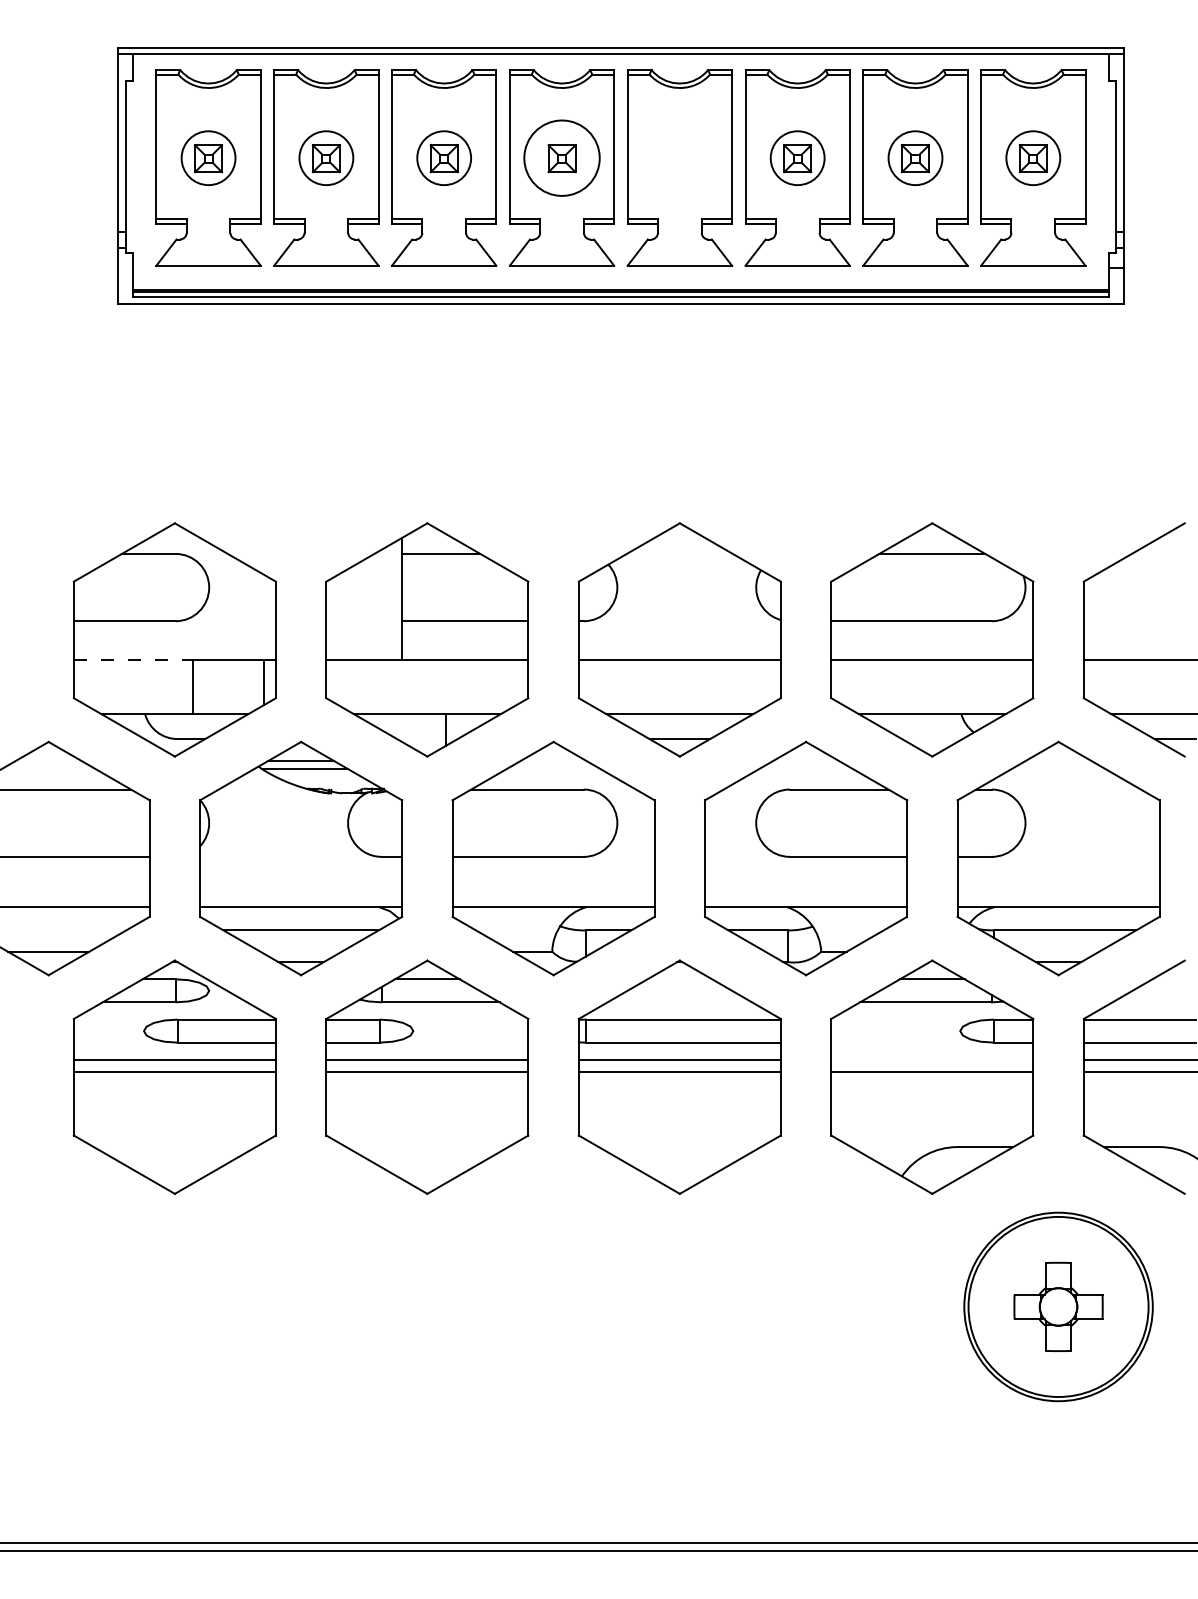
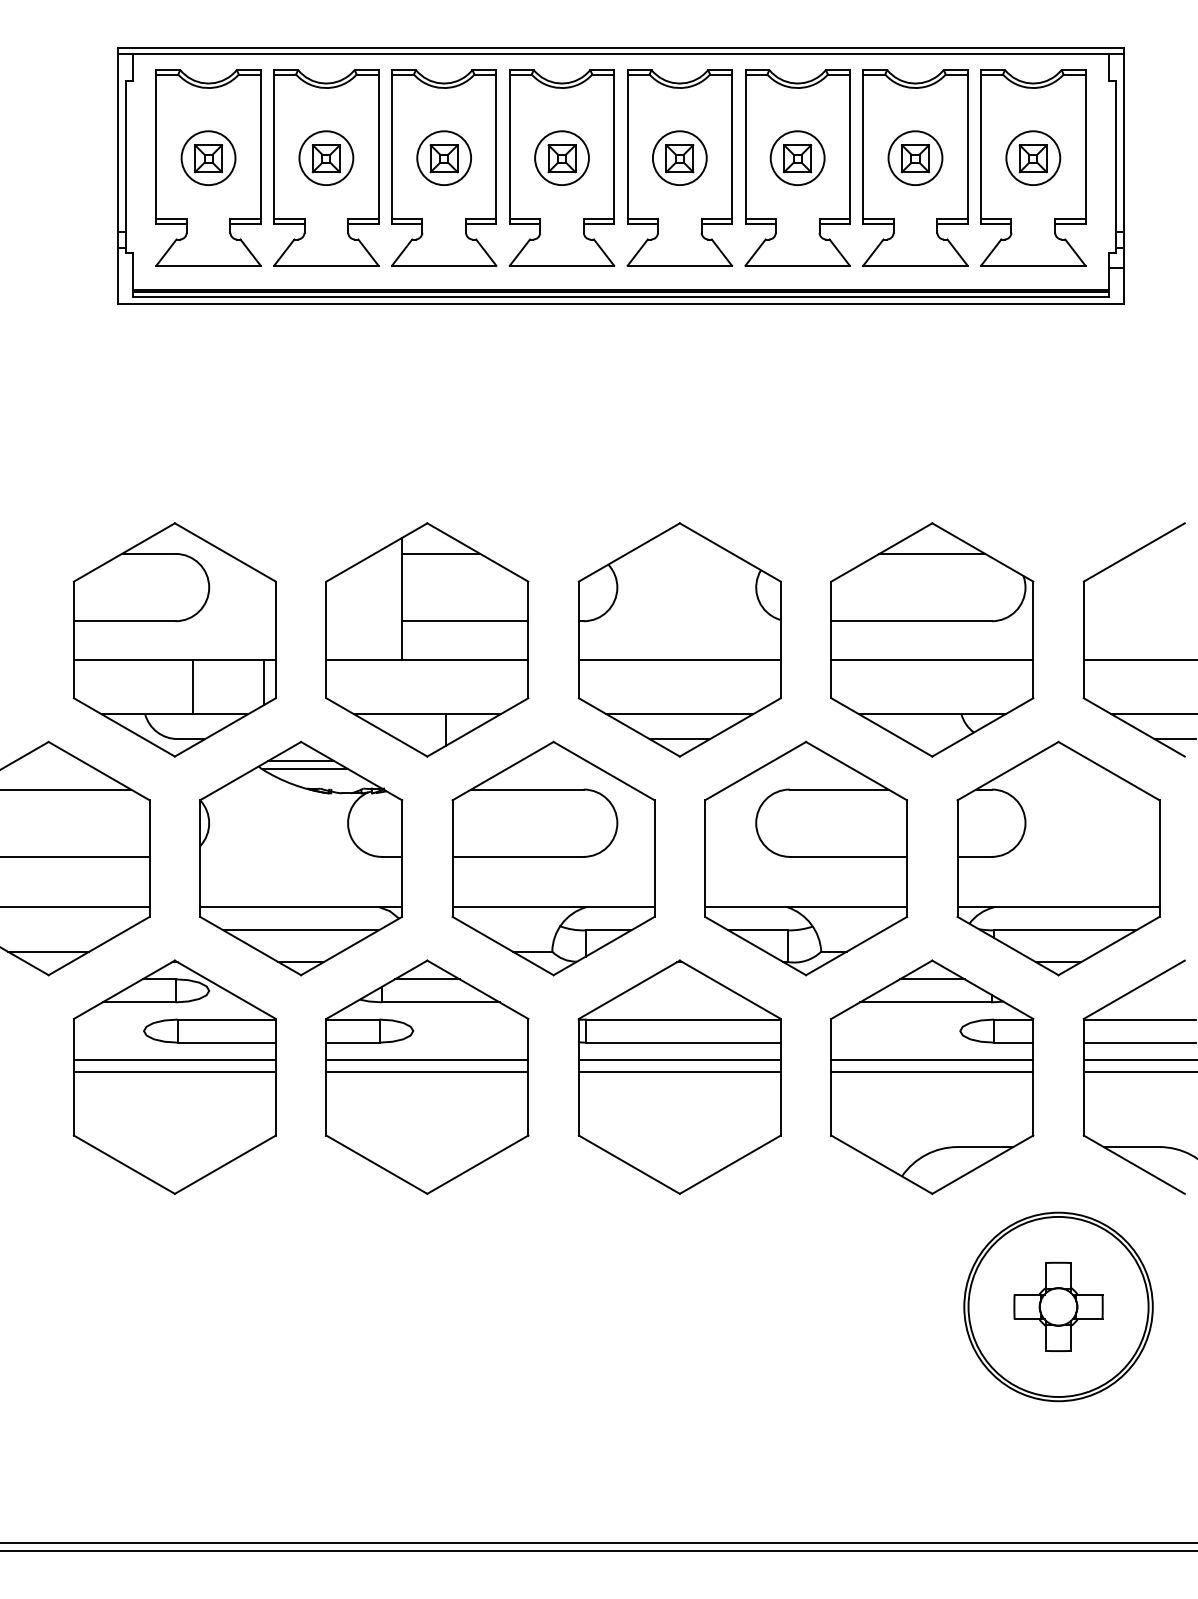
circle at (561, 157) diameter: 75 px -> 54 px
part at (679, 157): none -> present
line at (133, 660): dashed -> solid
line at (932, 1059): none -> present
